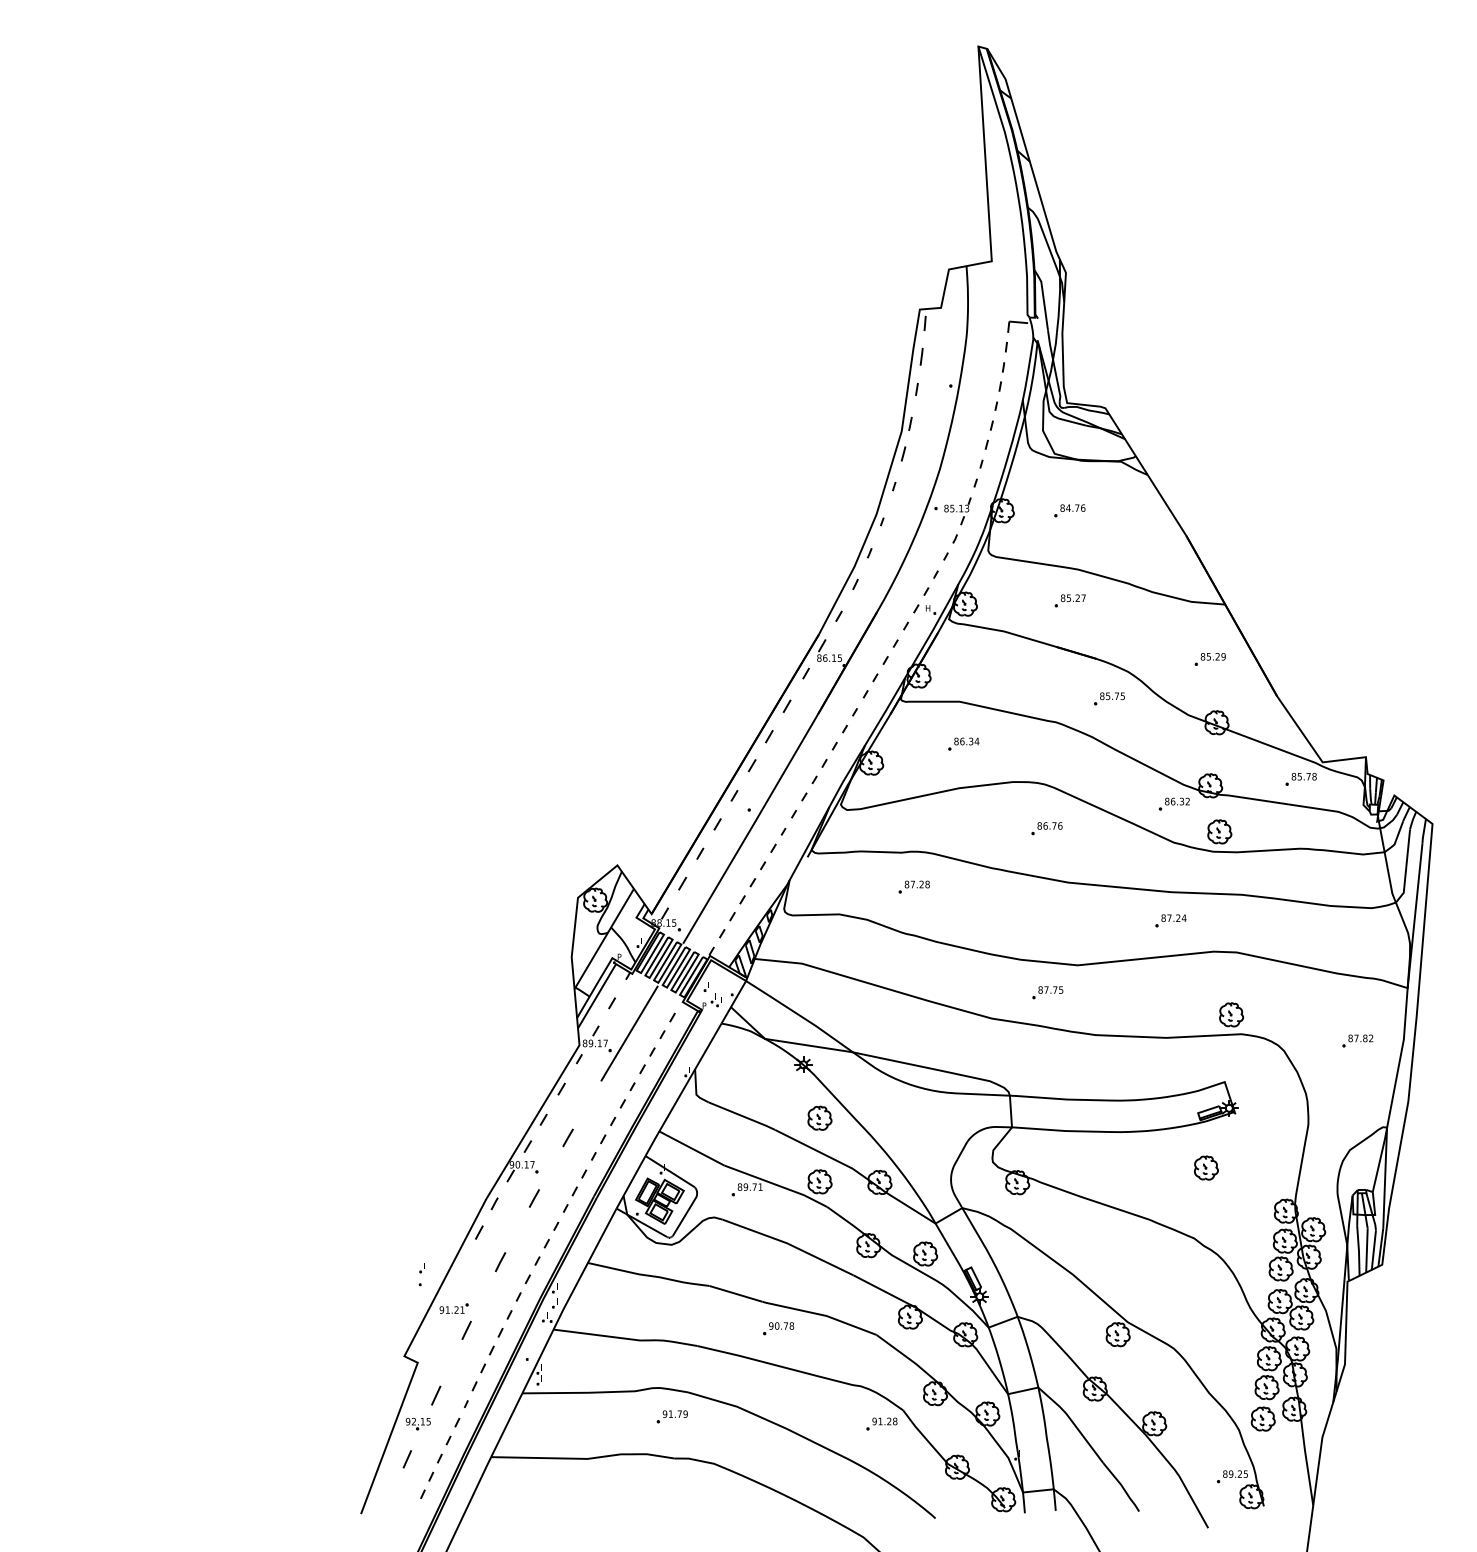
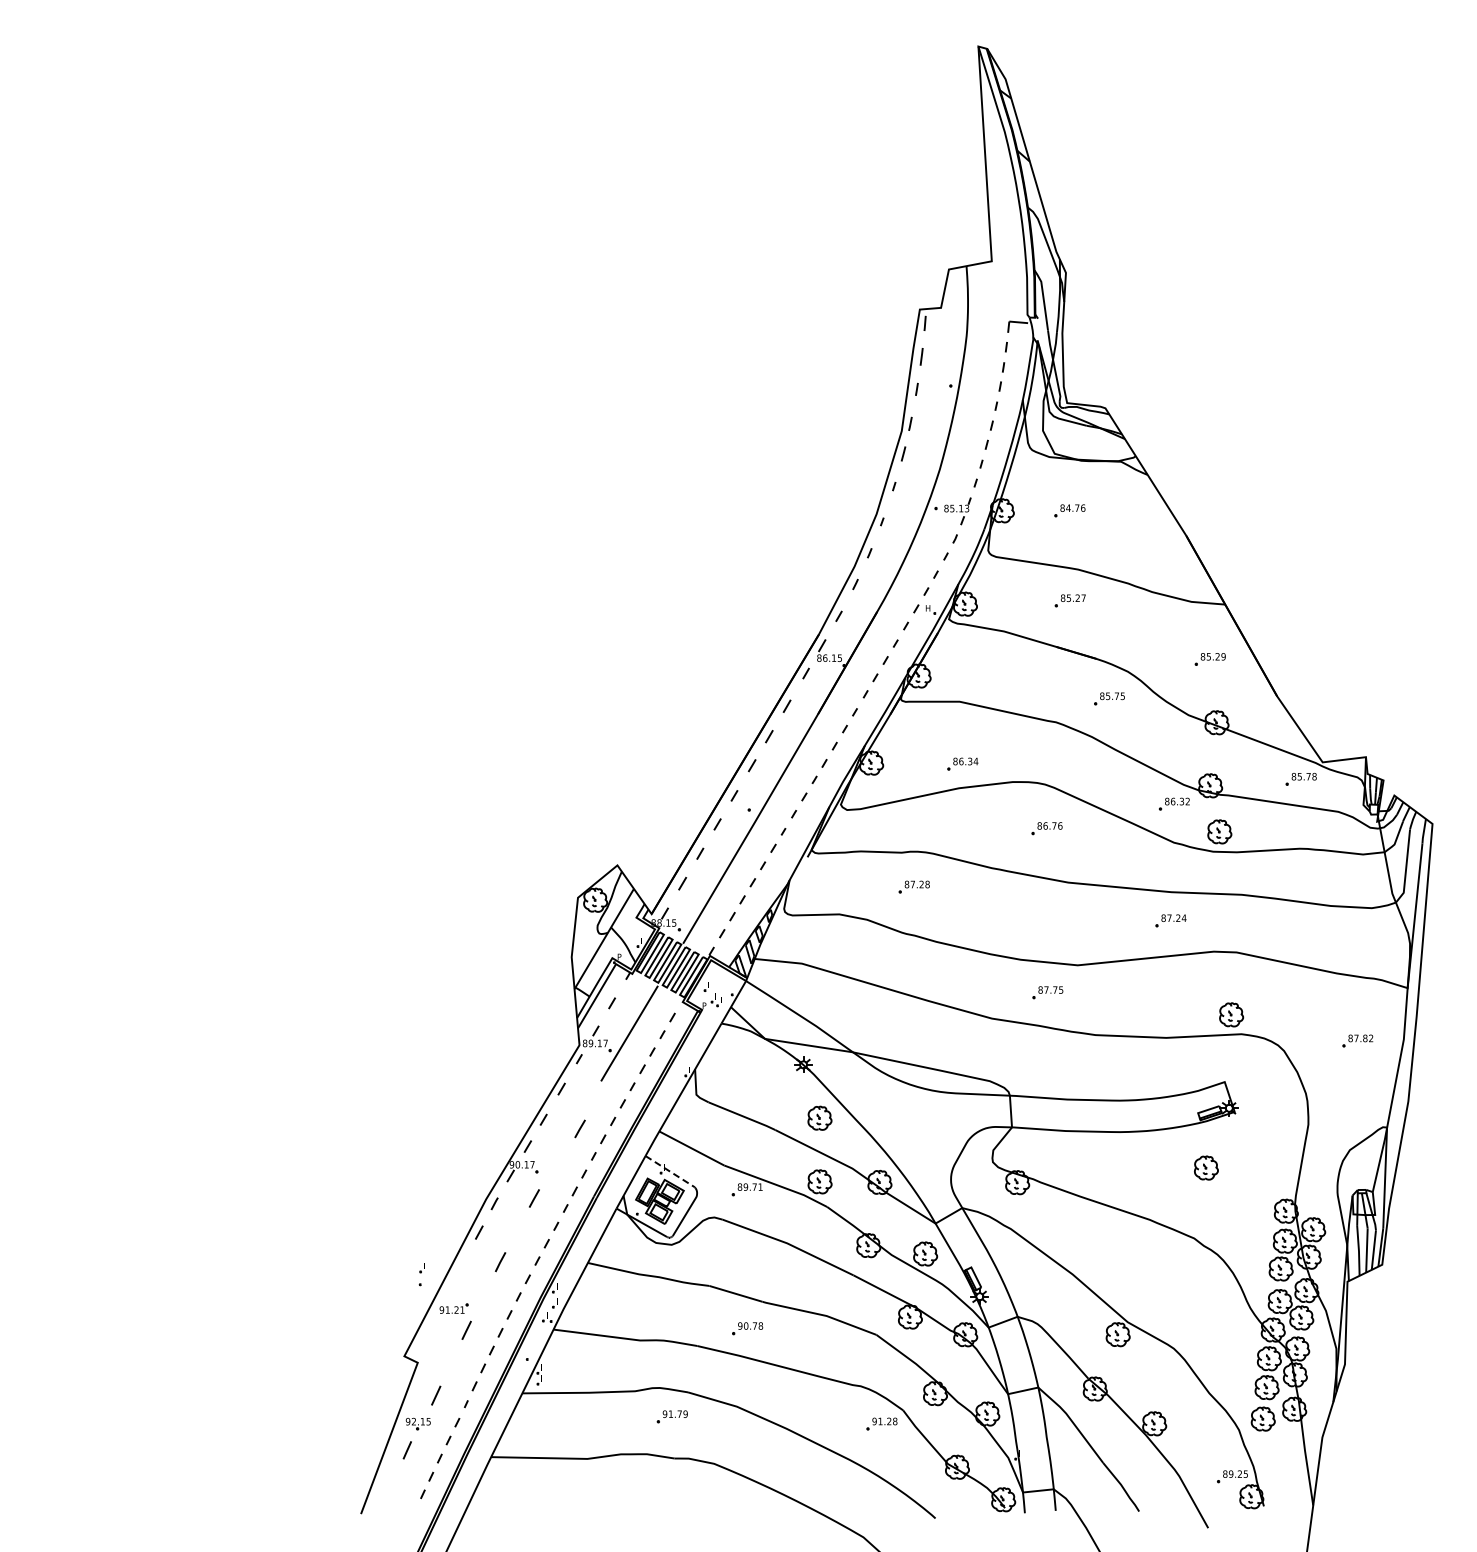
part at (963, 743) position: (963, 743) -> (962, 763)
line at (567, 1137) position: (567, 1137) -> (579, 1128)
line at (670, 1171): solid -> dashed
part at (778, 1328) position: (778, 1328) -> (747, 1328)
line at (406, 1459) position: (406, 1459) -> (406, 1450)
